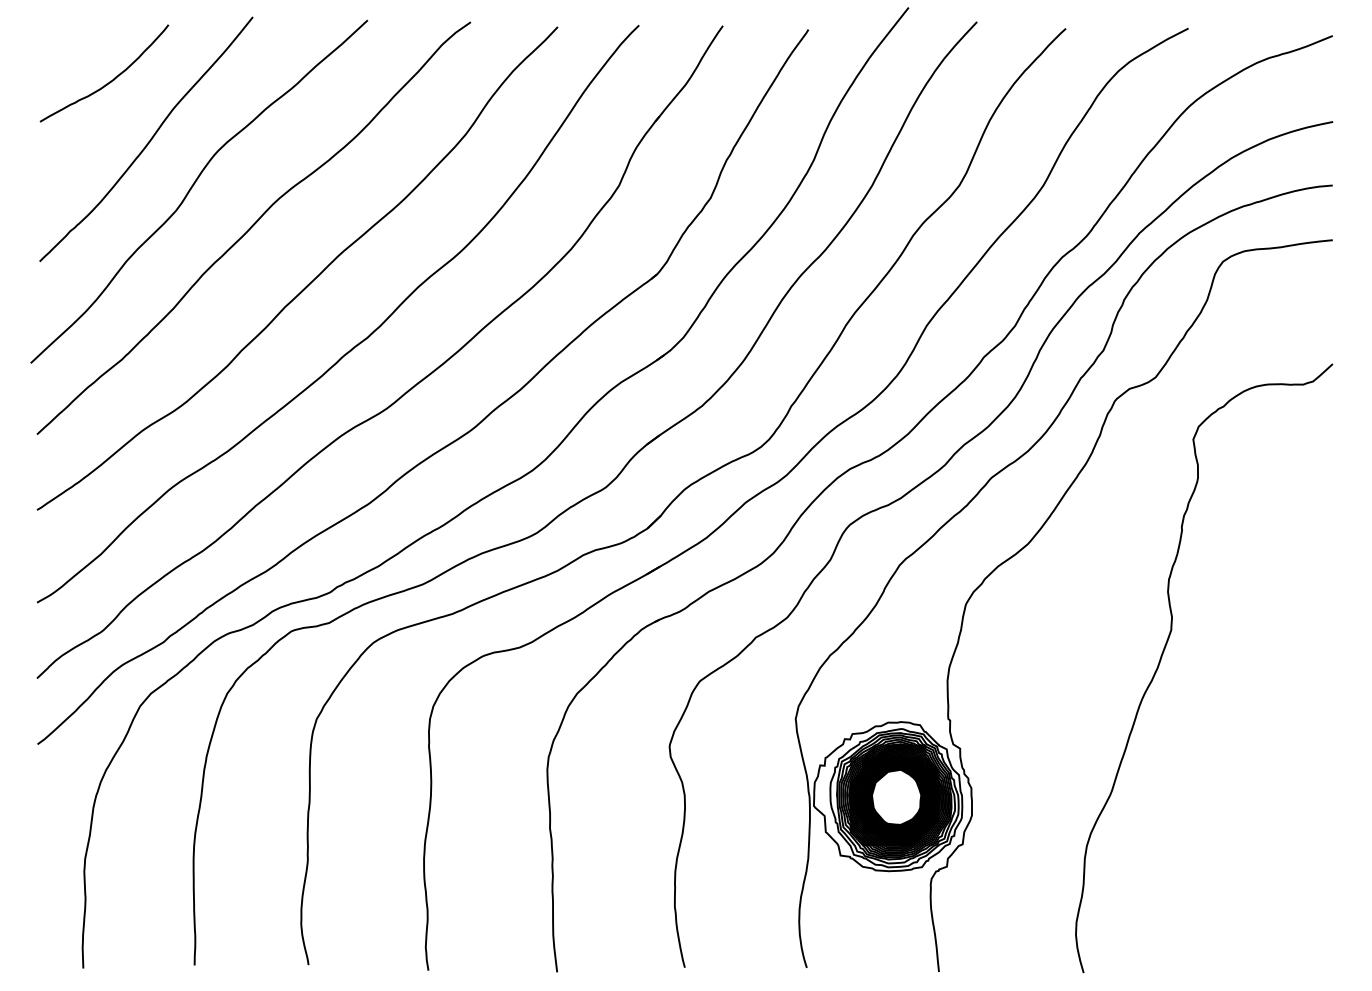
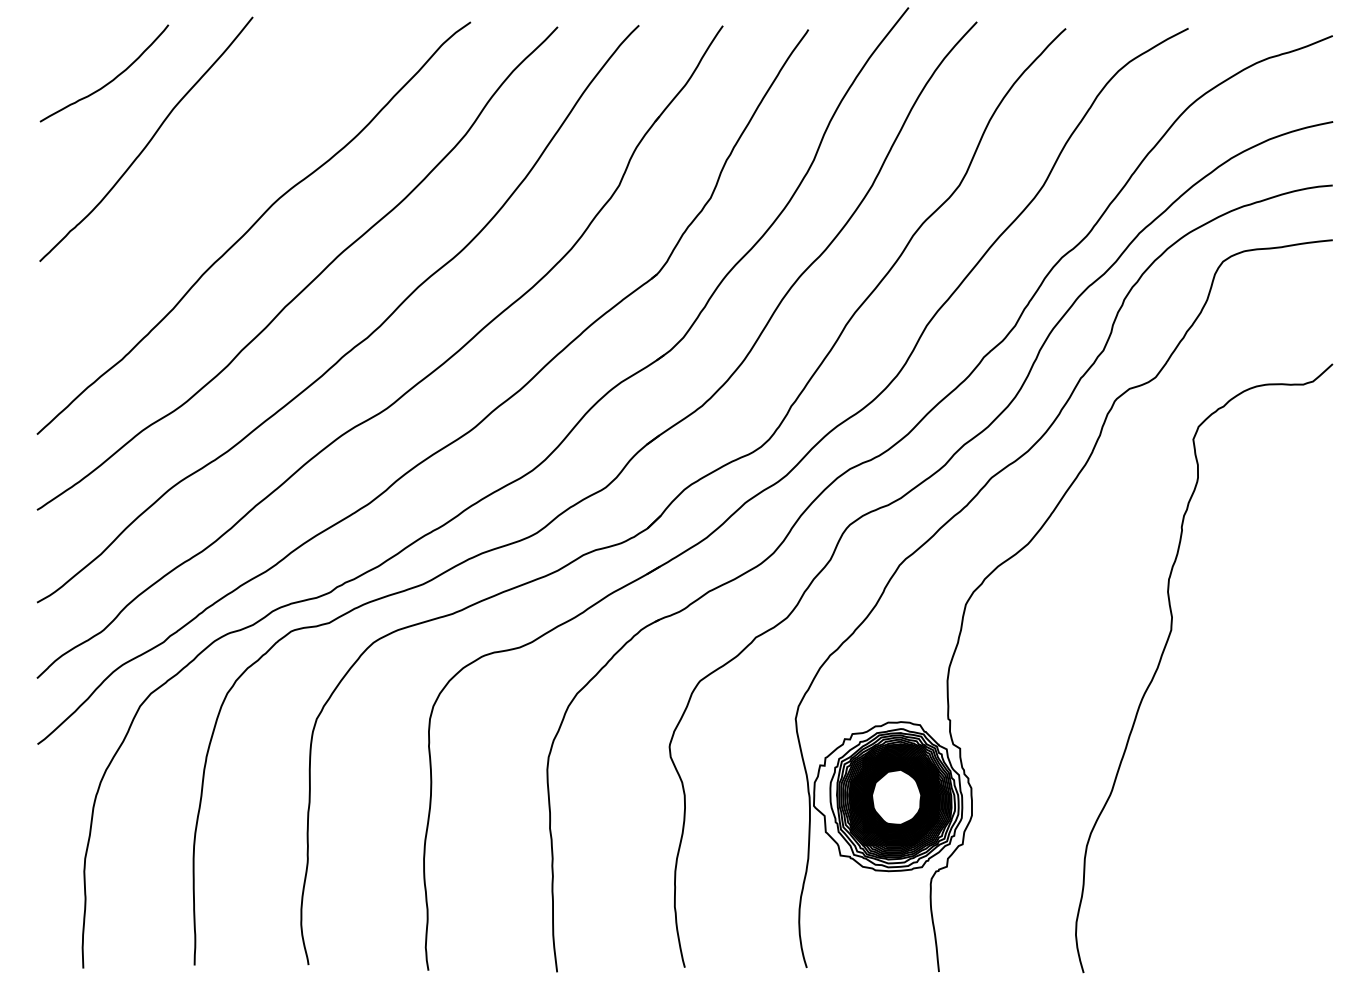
curve at (192, 188): present -> none
